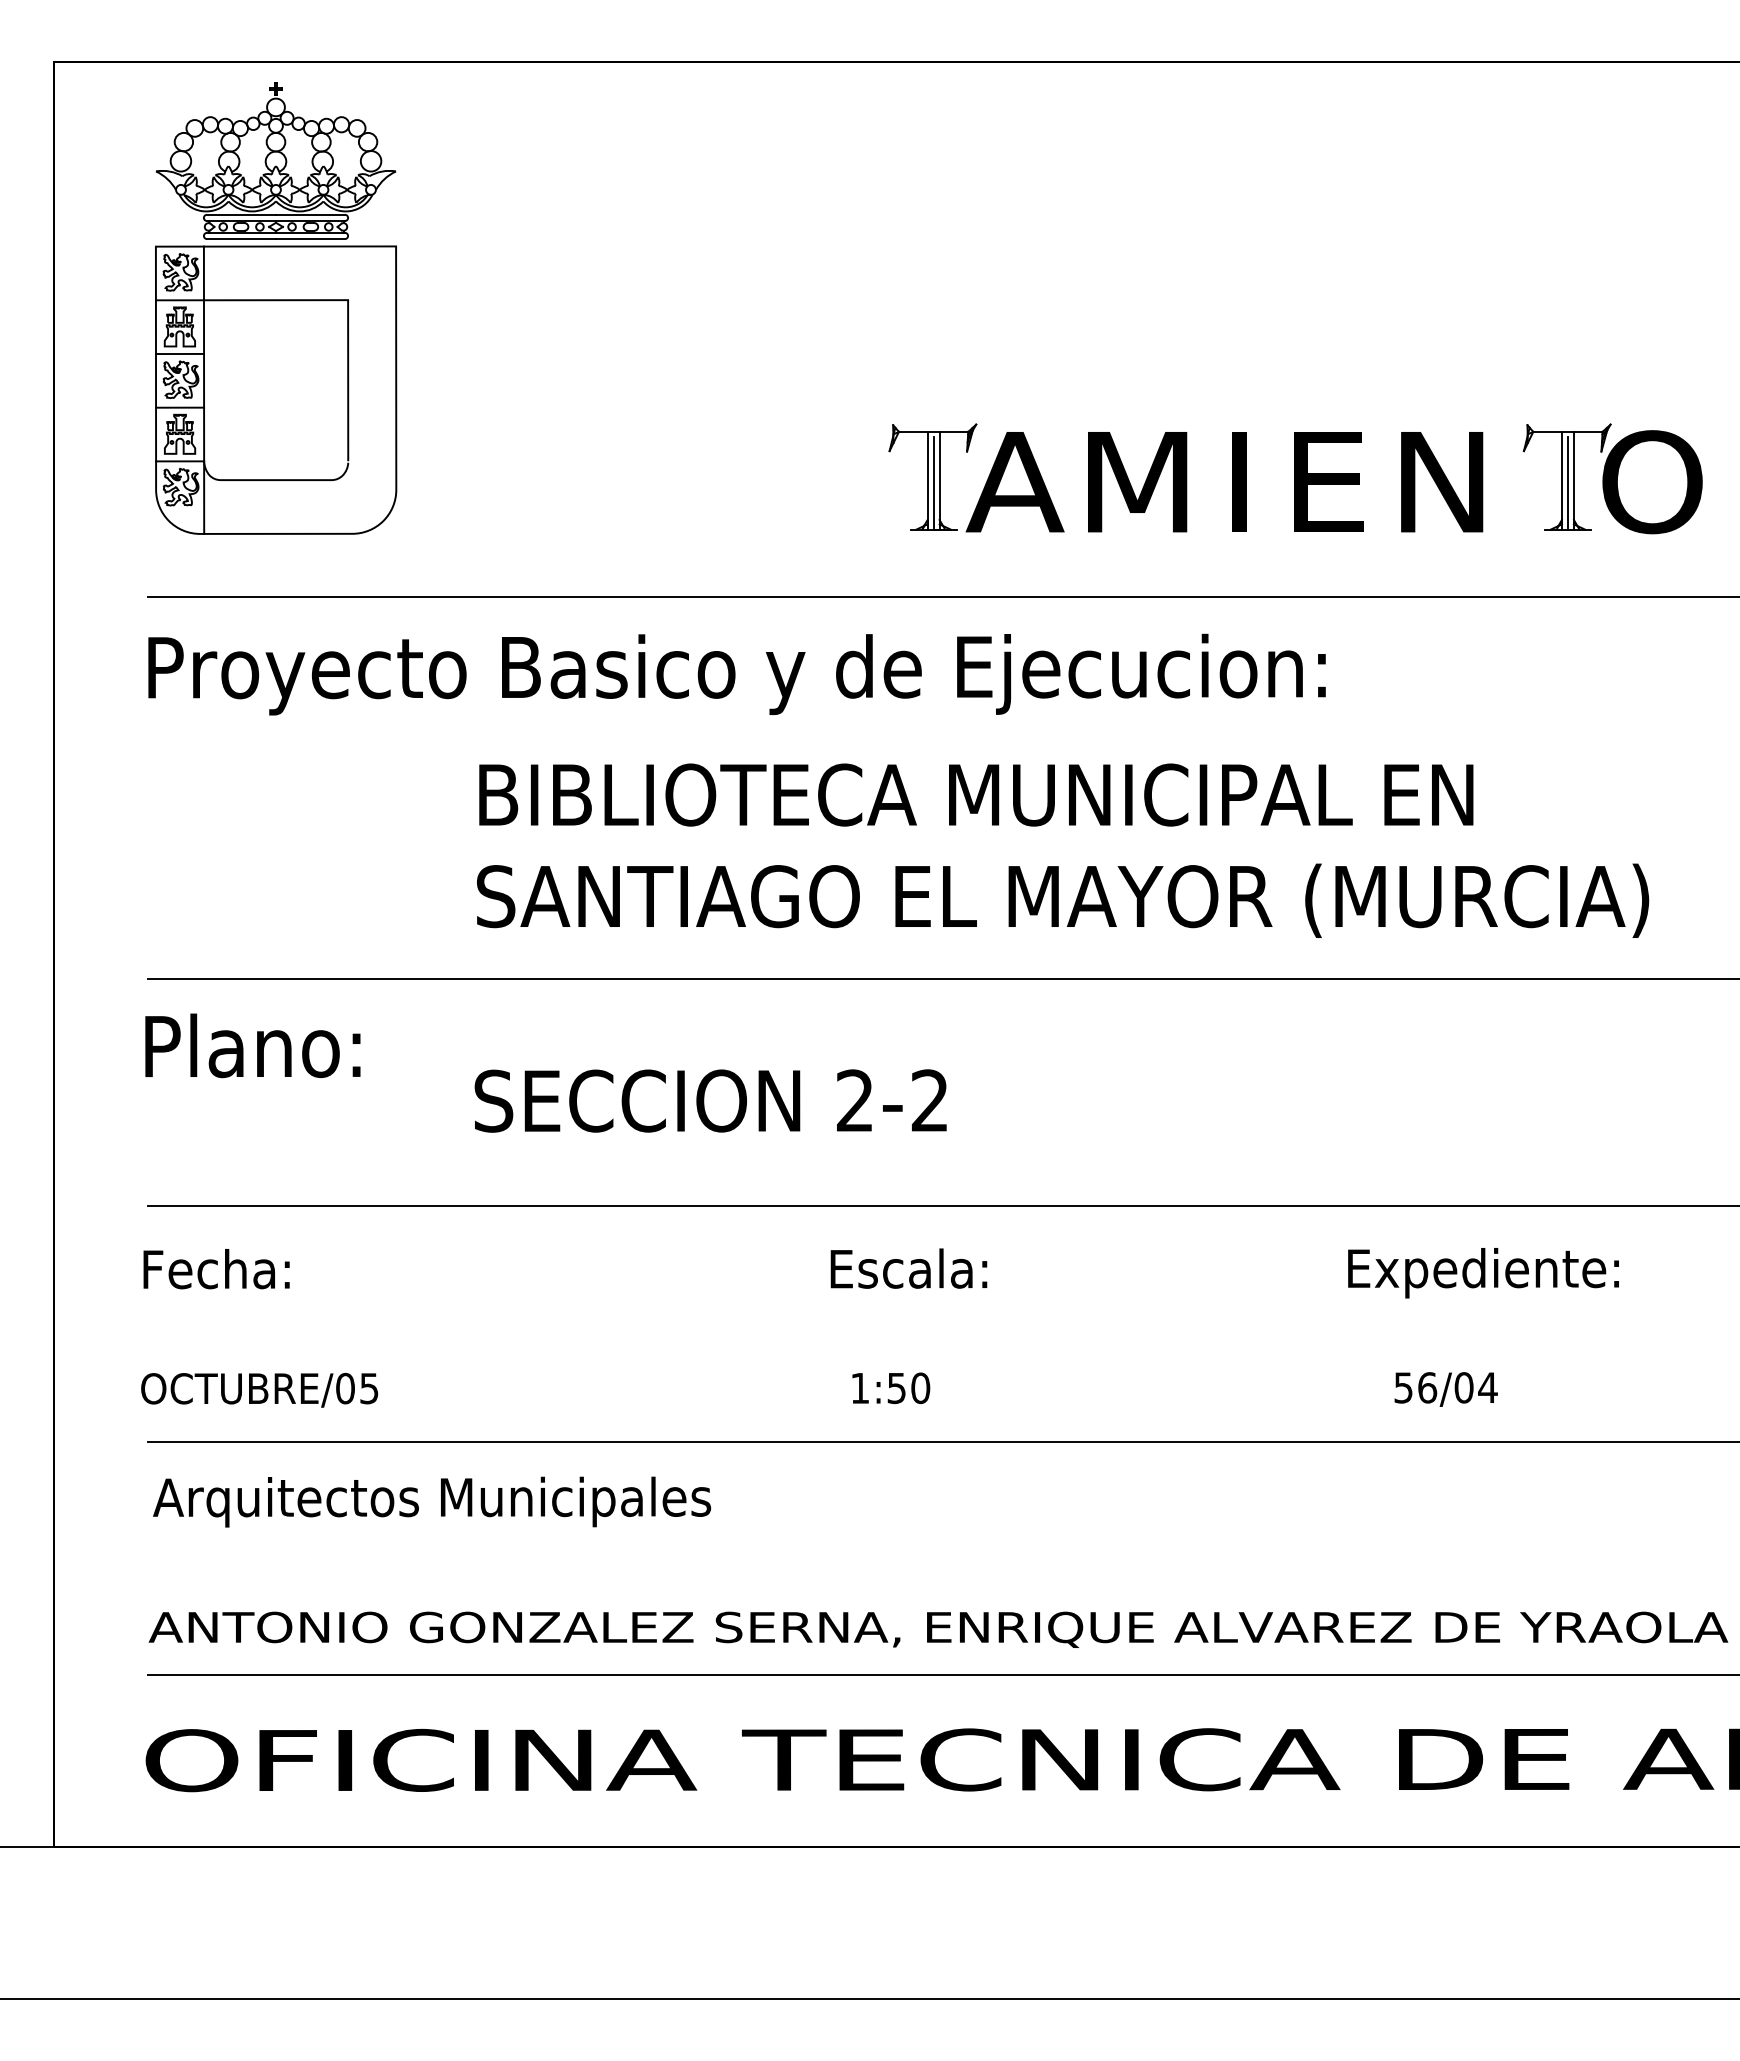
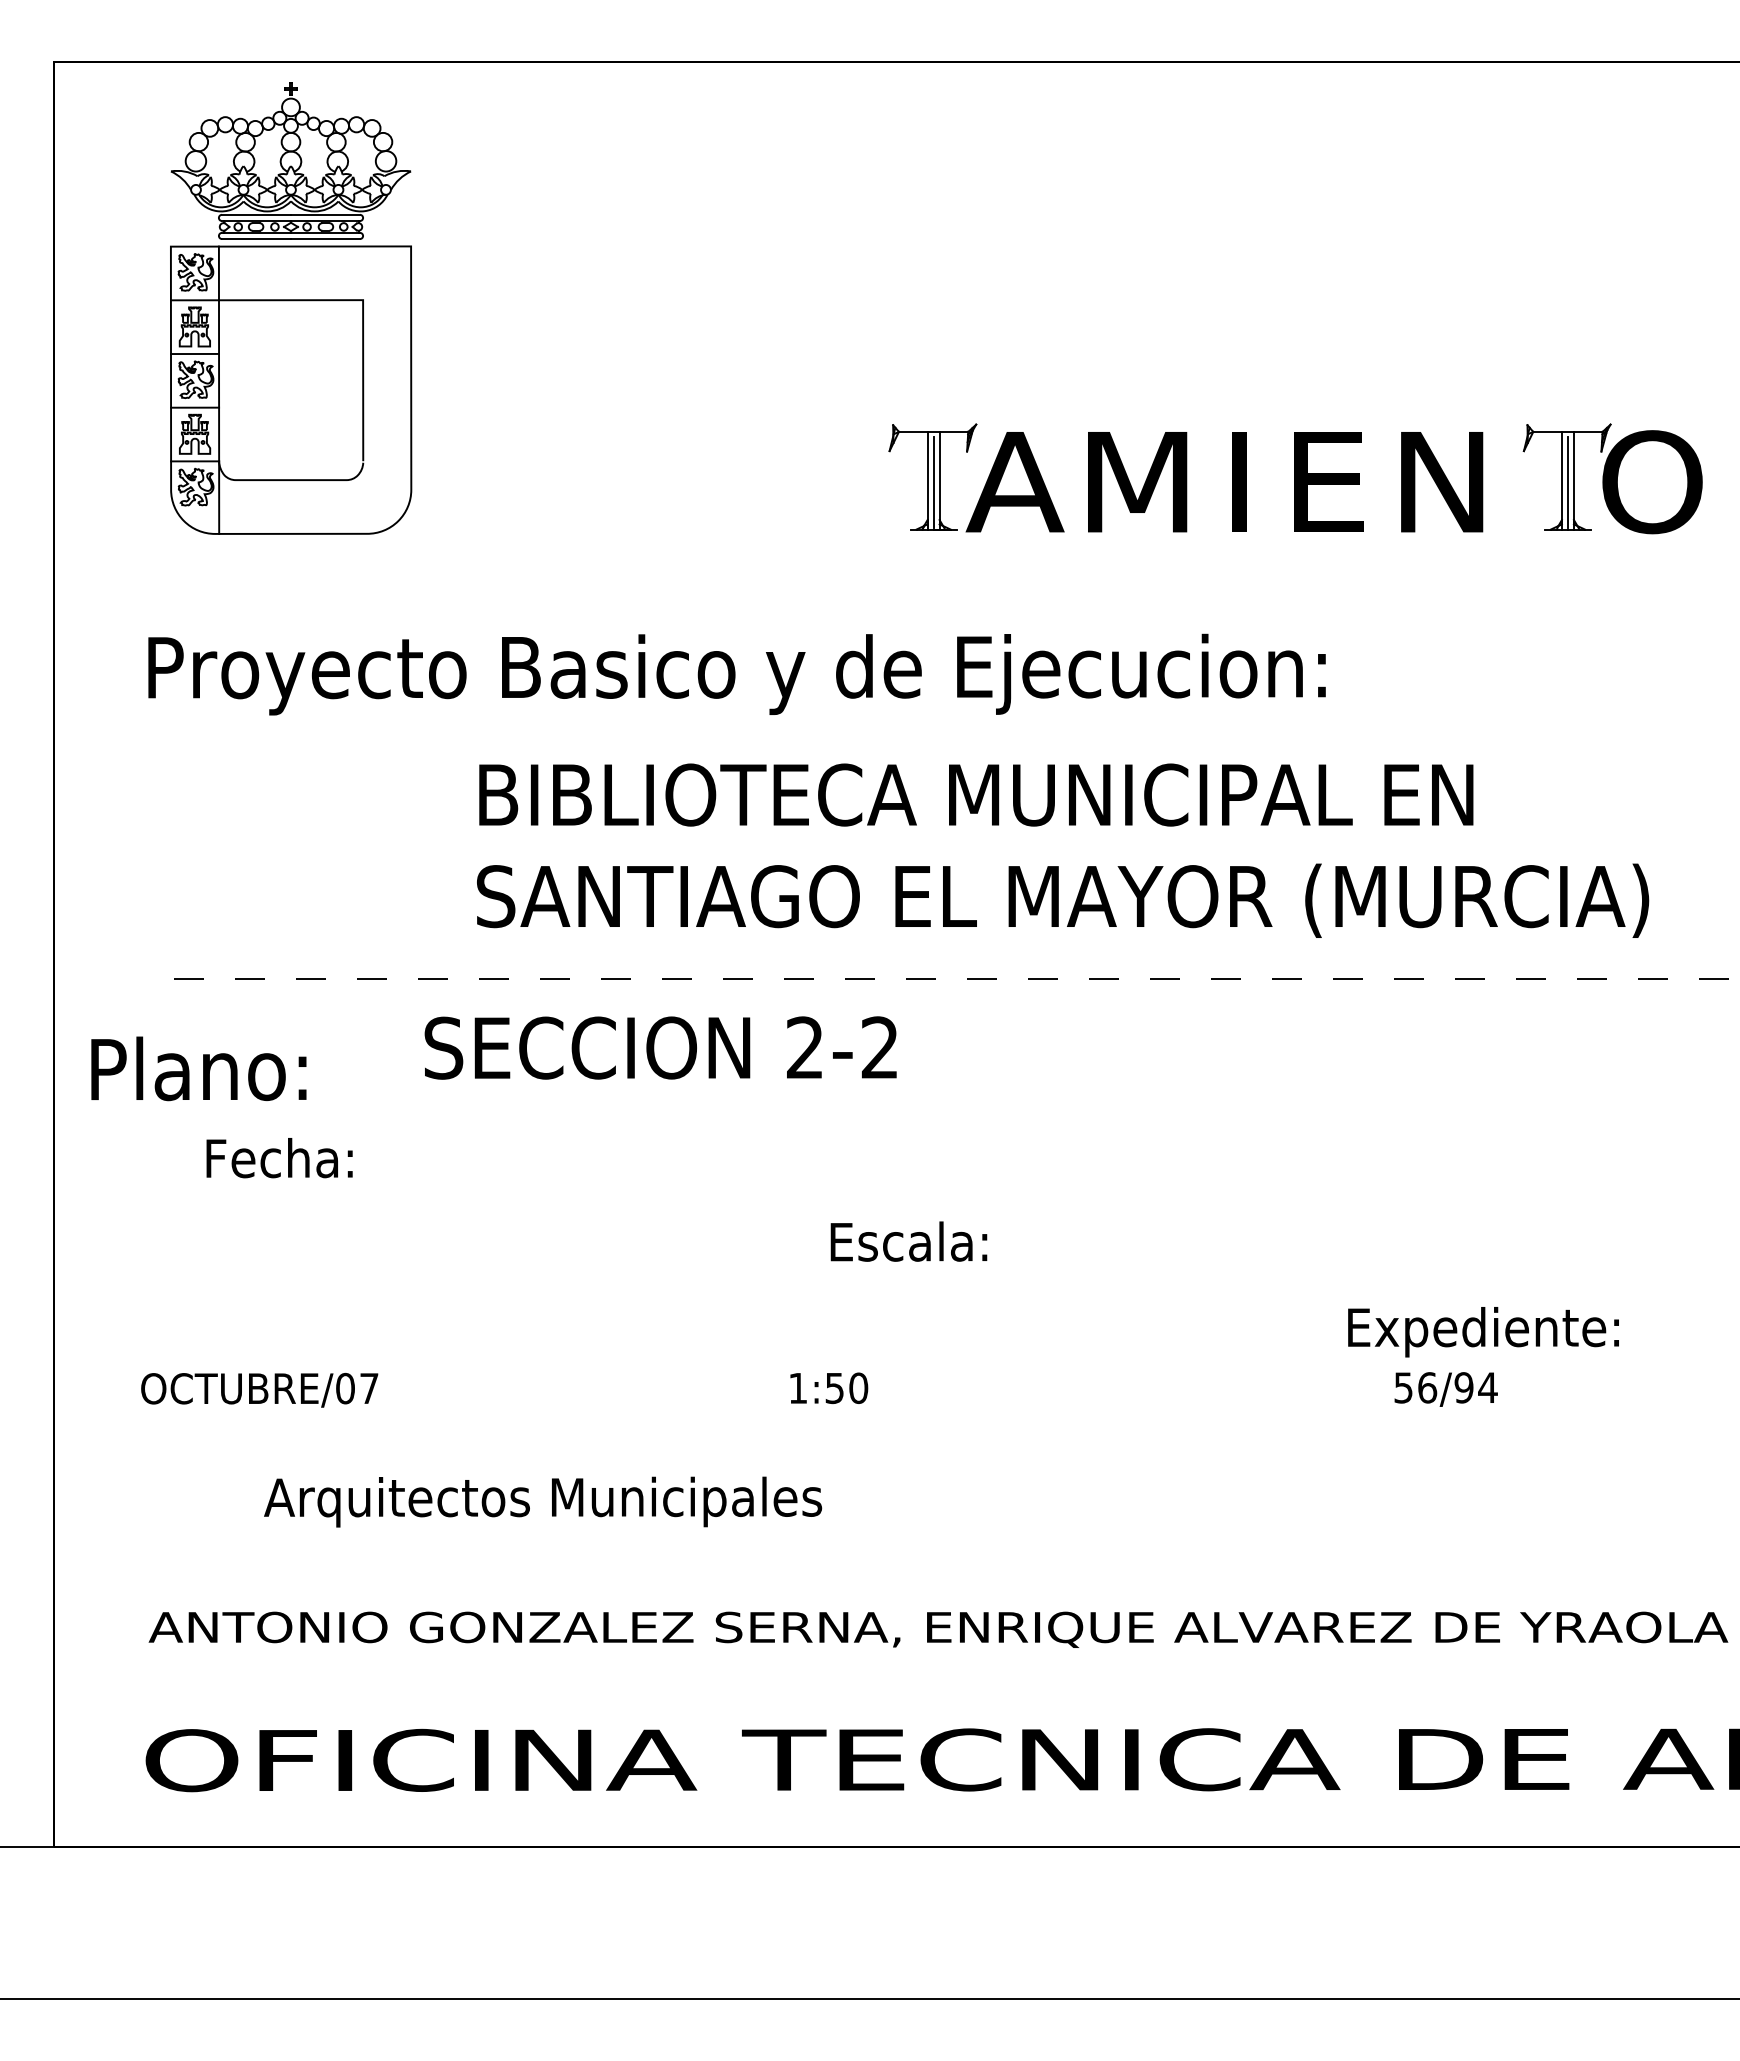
part at (276, 308) position: (276, 308) -> (291, 308)
line at (942, 596): present -> none
line at (943, 979): solid -> dashed
text at (252, 1045) position: (252, 1045) -> (198, 1068)
text at (710, 1100) position: (710, 1100) -> (660, 1047)
line at (942, 1206): present -> none
text at (908, 1268) position: (908, 1268) -> (908, 1241)
text at (216, 1269) position: (216, 1269) -> (279, 1158)
text at (1483, 1273) position: (1483, 1273) -> (1483, 1332)
text at (891, 1387) position: (891, 1387) -> (829, 1387)
text at (1463, 1387): 56/04 -> 56/94
text at (369, 1388): OCTUBRE/05 -> OCTUBRE/07
line at (942, 1442): present -> none
text at (432, 1501) position: (432, 1501) -> (543, 1501)
line at (942, 1674): present -> none
